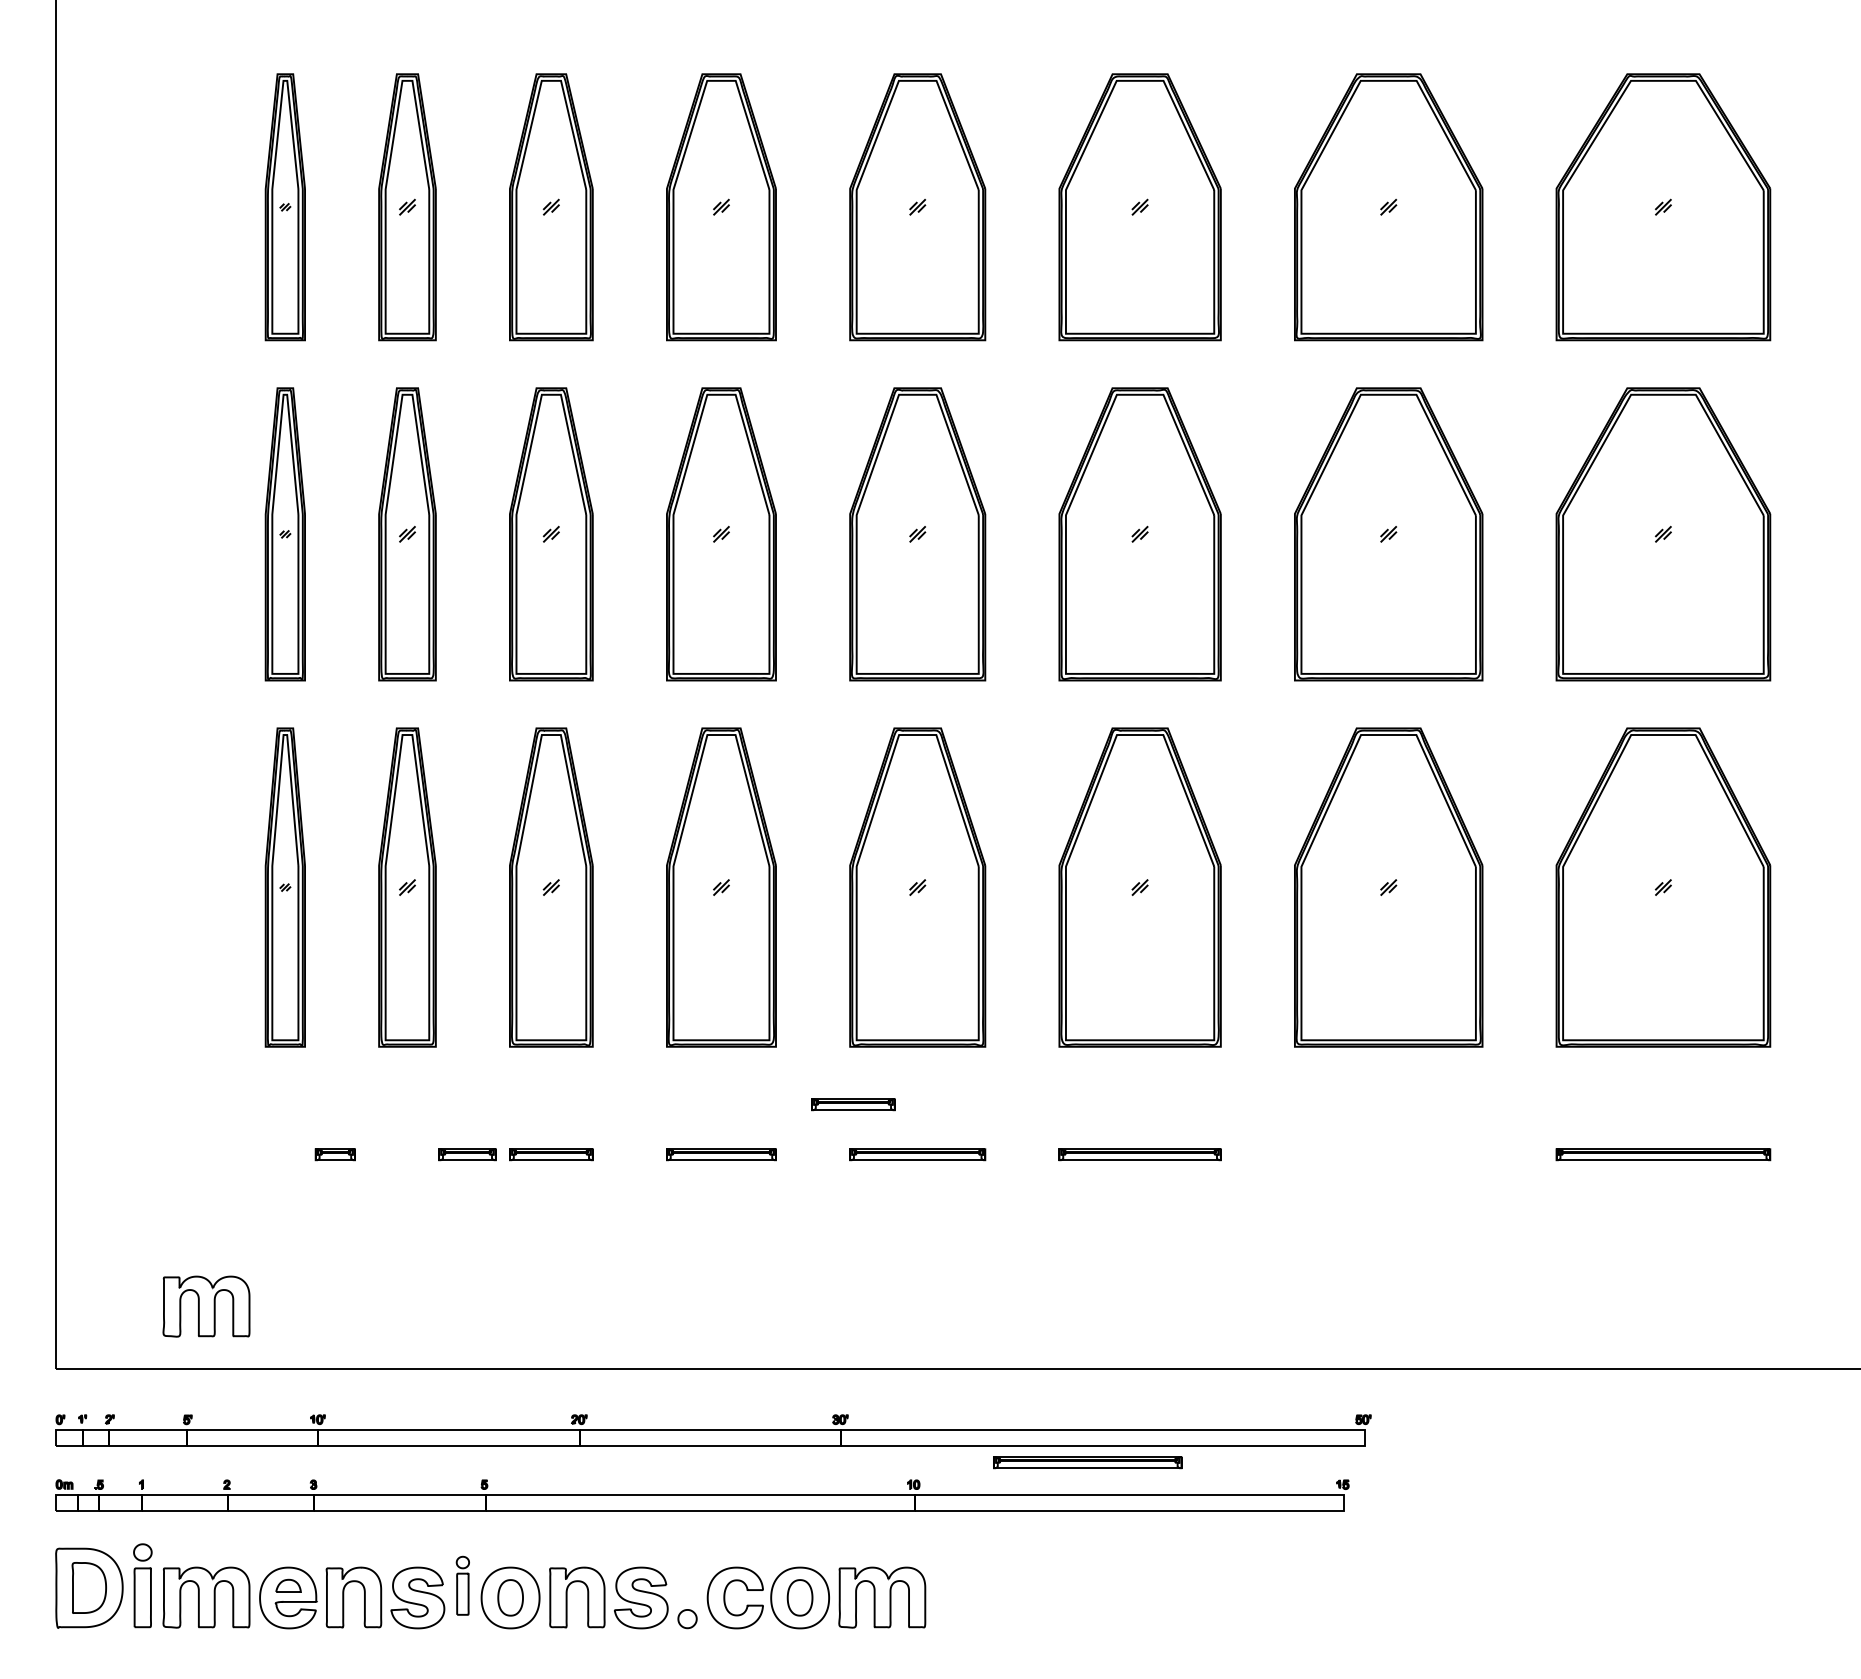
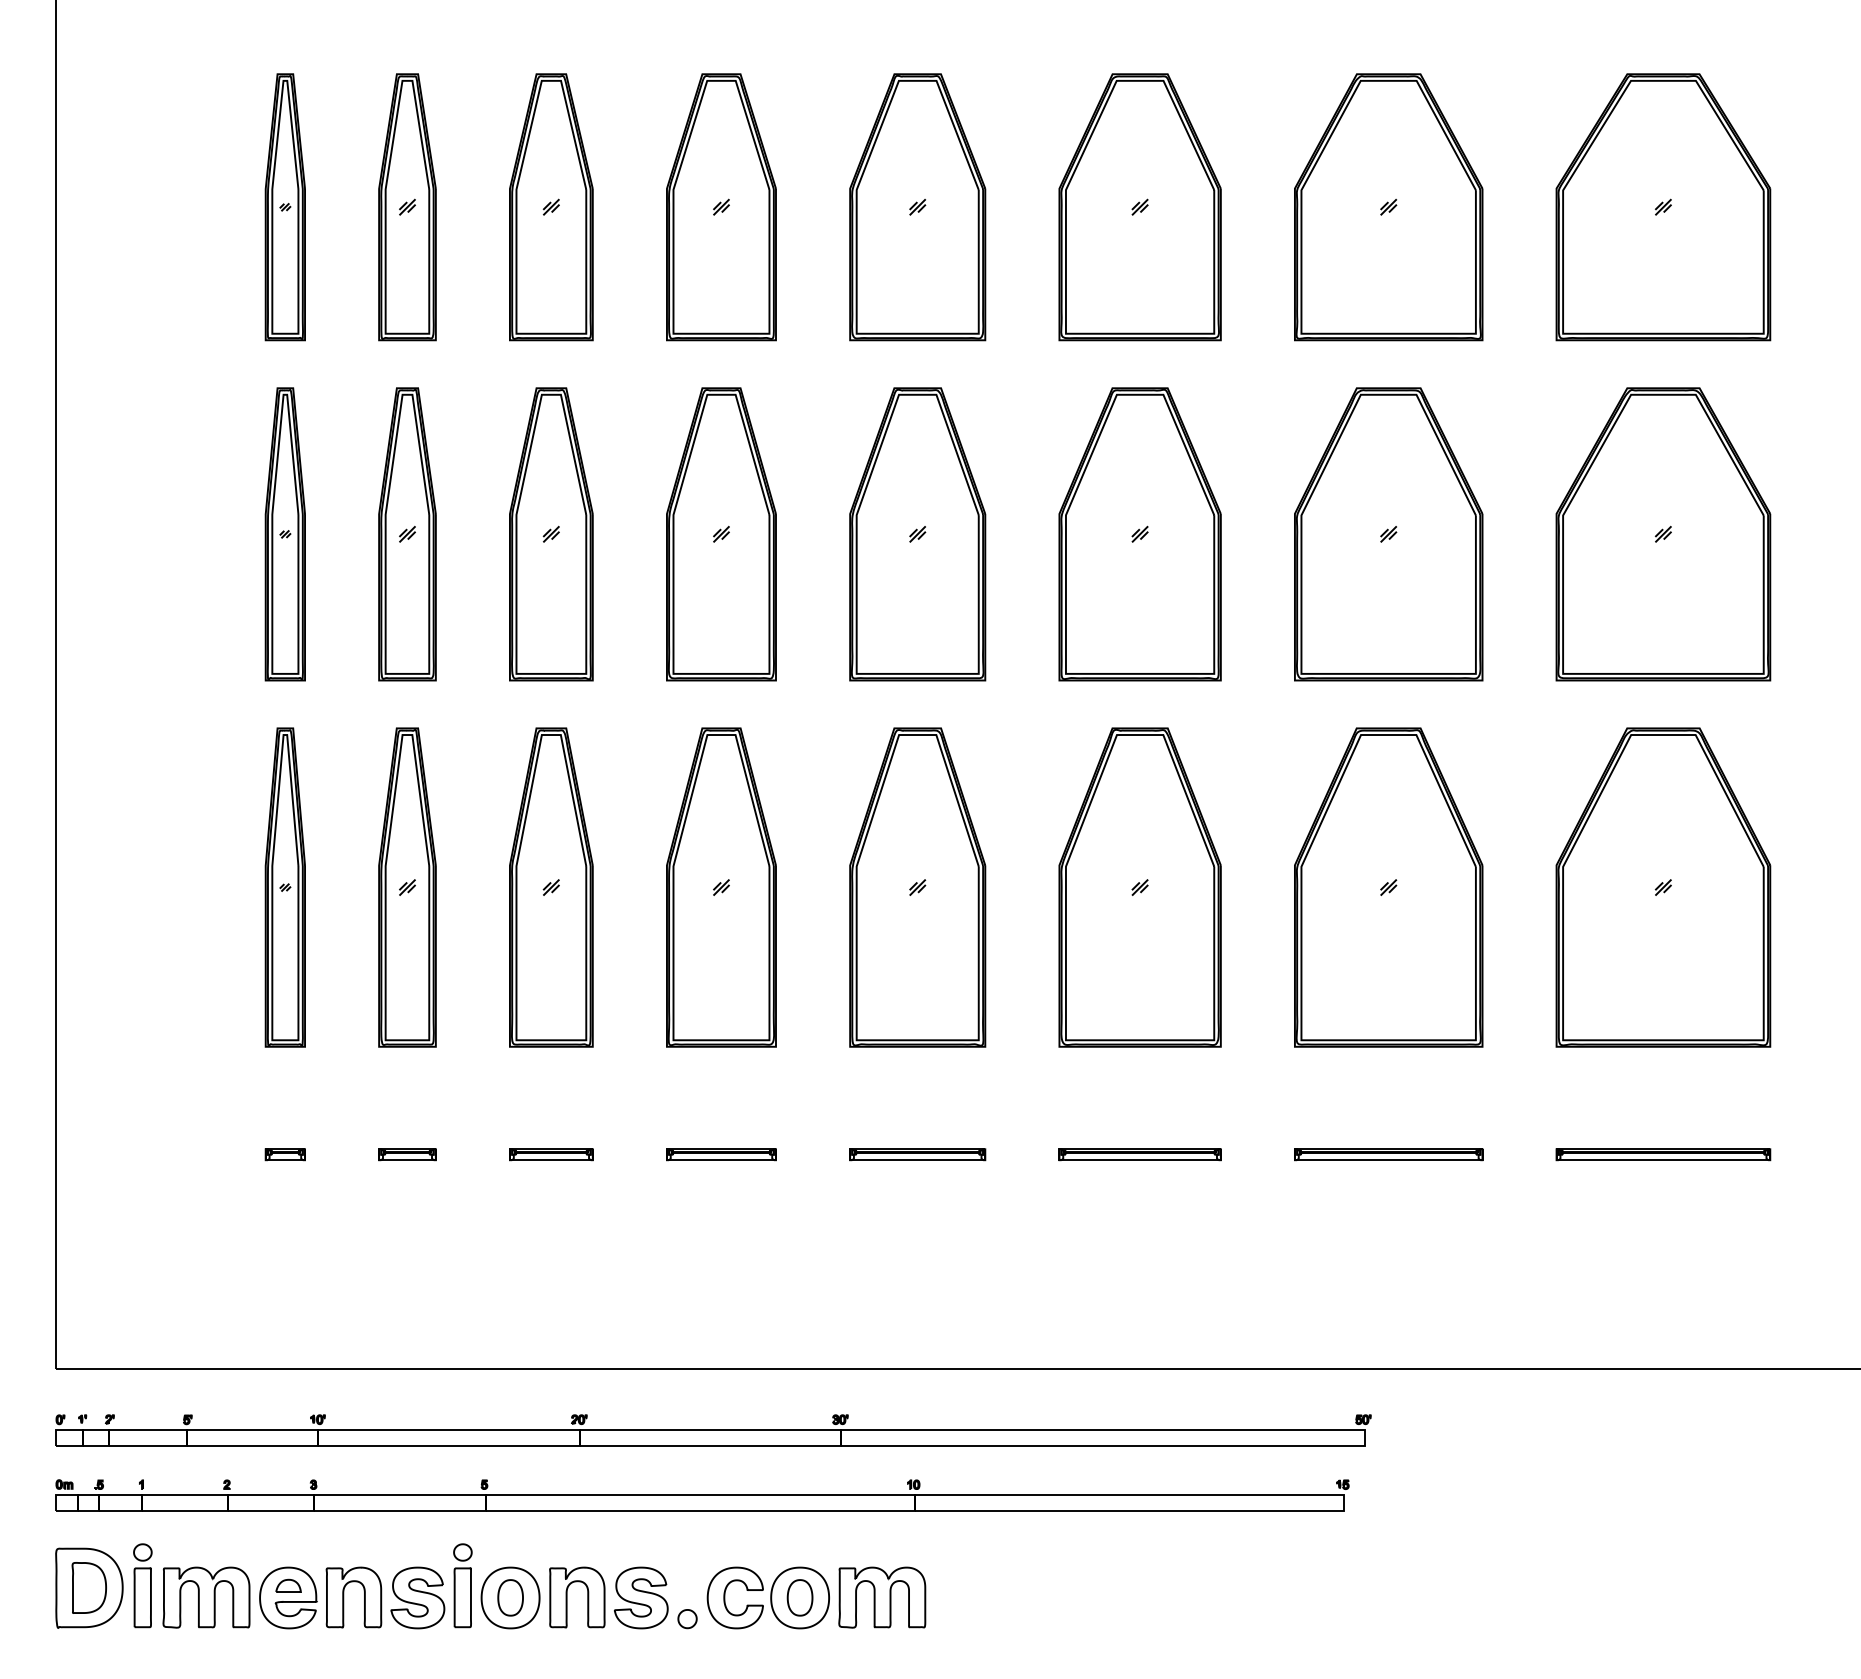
part at (853, 1104): present -> none
part at (334, 1154) position: (334, 1154) -> (284, 1154)
part at (467, 1154) position: (467, 1154) -> (407, 1154)
part at (206, 1306): present -> none
part at (1087, 1462) position: (1087, 1462) -> (1388, 1154)
part at (462, 1585) size: 15x61 px -> 20x86 px
